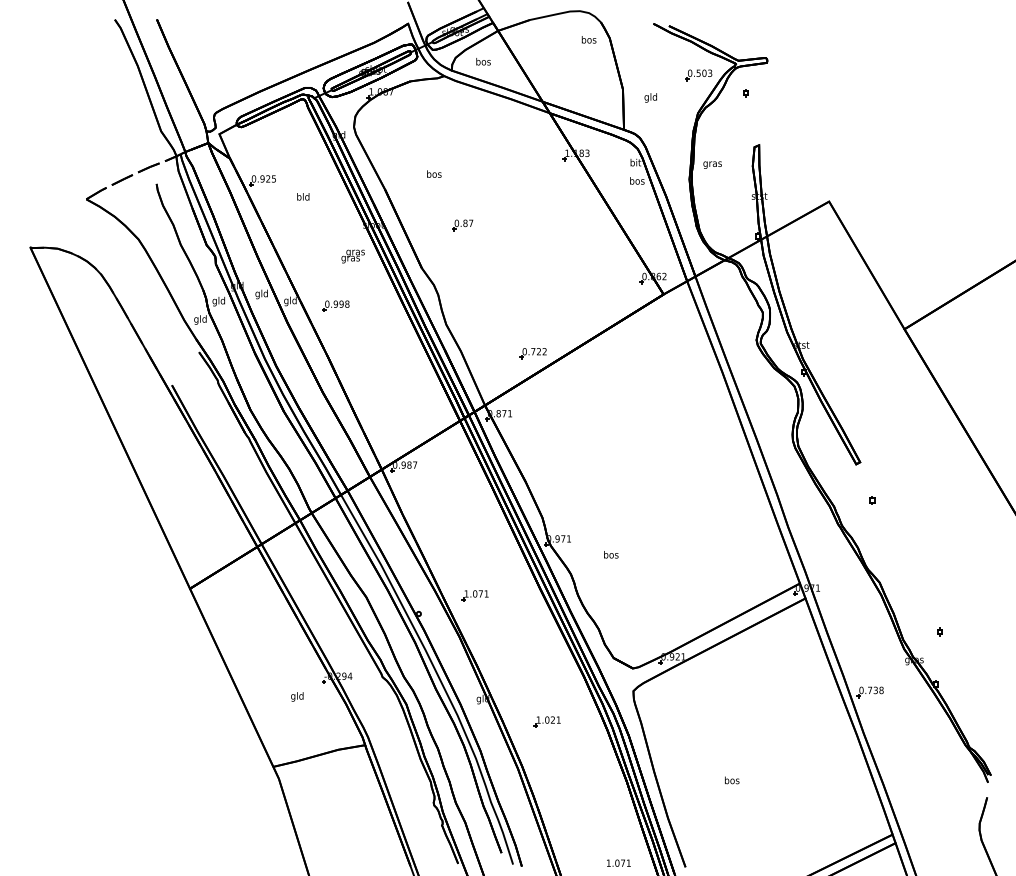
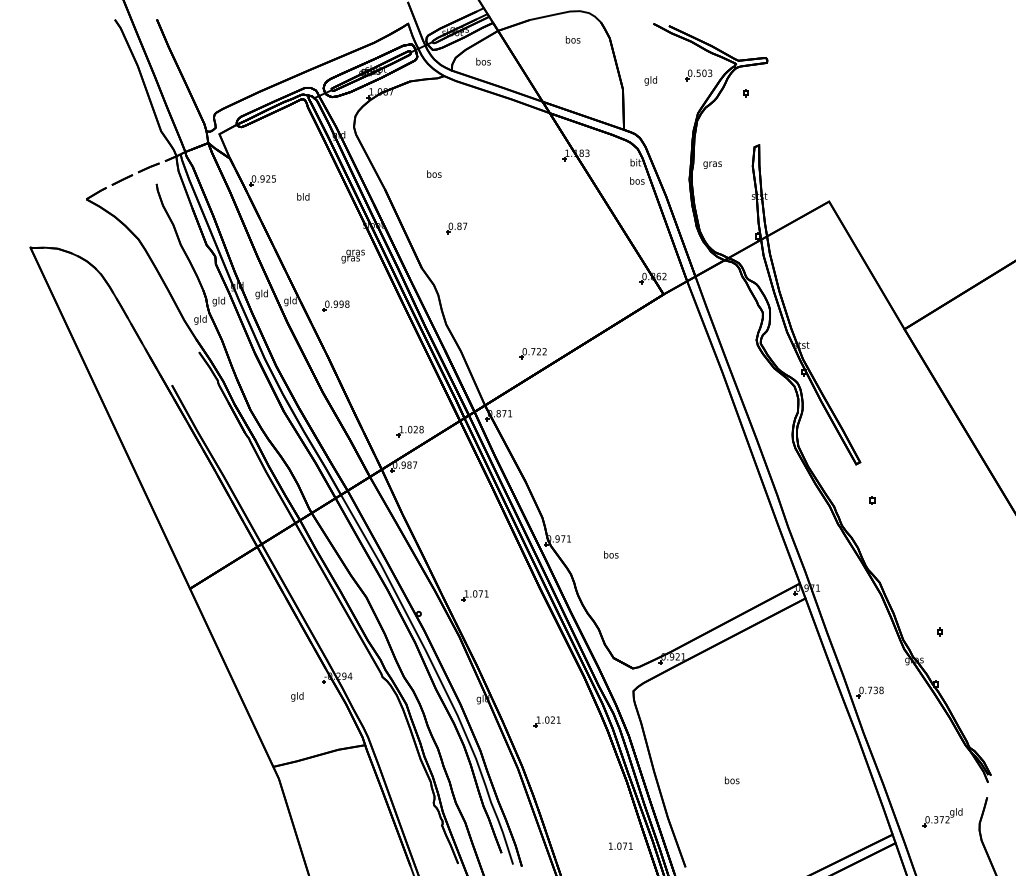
text at (588, 39) position: (588, 39) -> (572, 39)
text at (650, 97) position: (650, 97) -> (650, 80)
part at (462, 225) position: (462, 225) -> (456, 228)
part at (409, 431): none -> present
part at (942, 817): none -> present
text at (618, 862) position: (618, 862) -> (620, 845)
